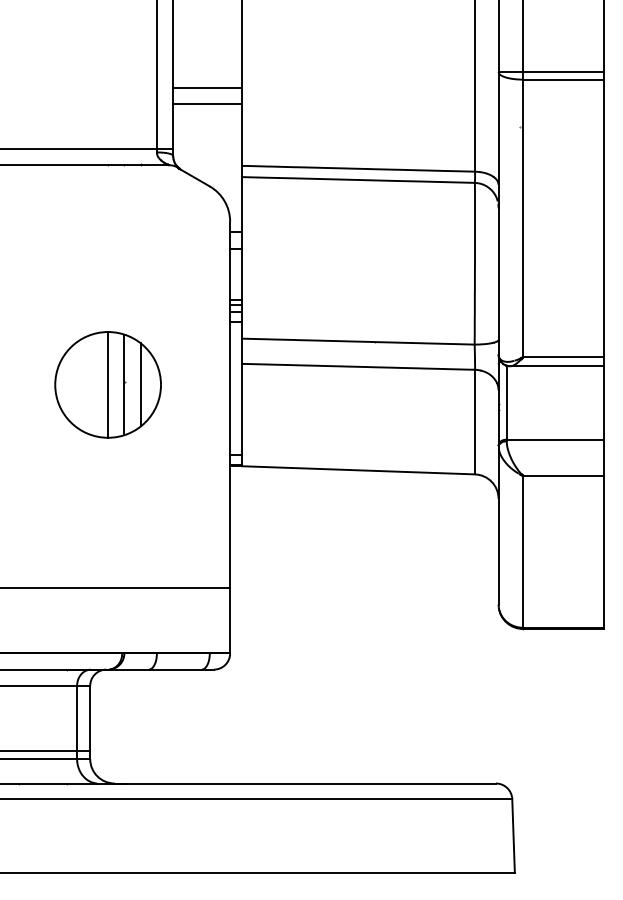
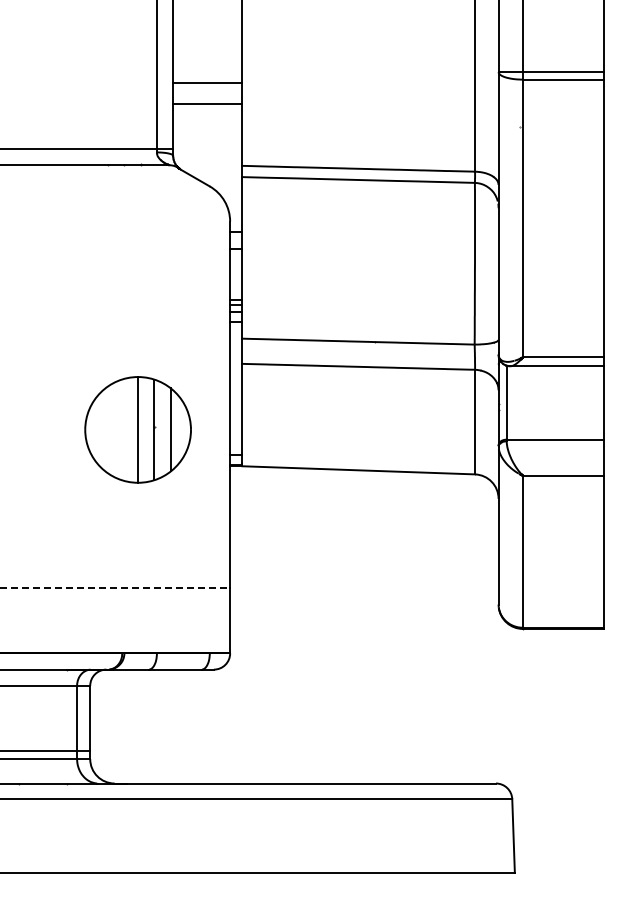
line at (207, 88) position: (207, 88) -> (207, 83)
part at (107, 384) position: (107, 384) -> (137, 429)
line at (115, 588): solid -> dashed
